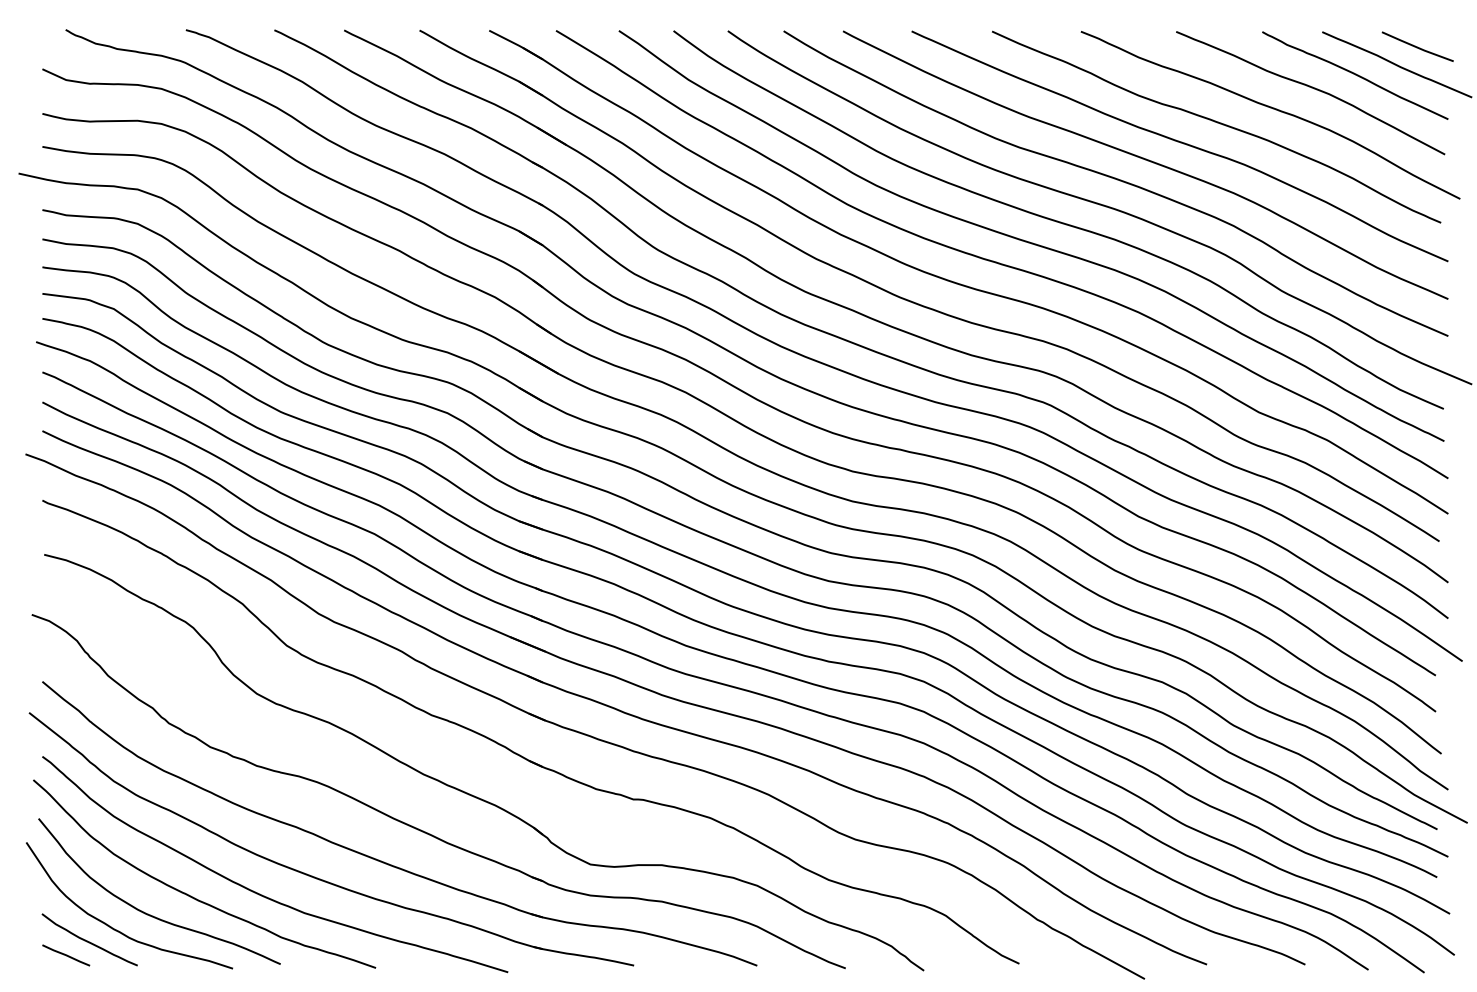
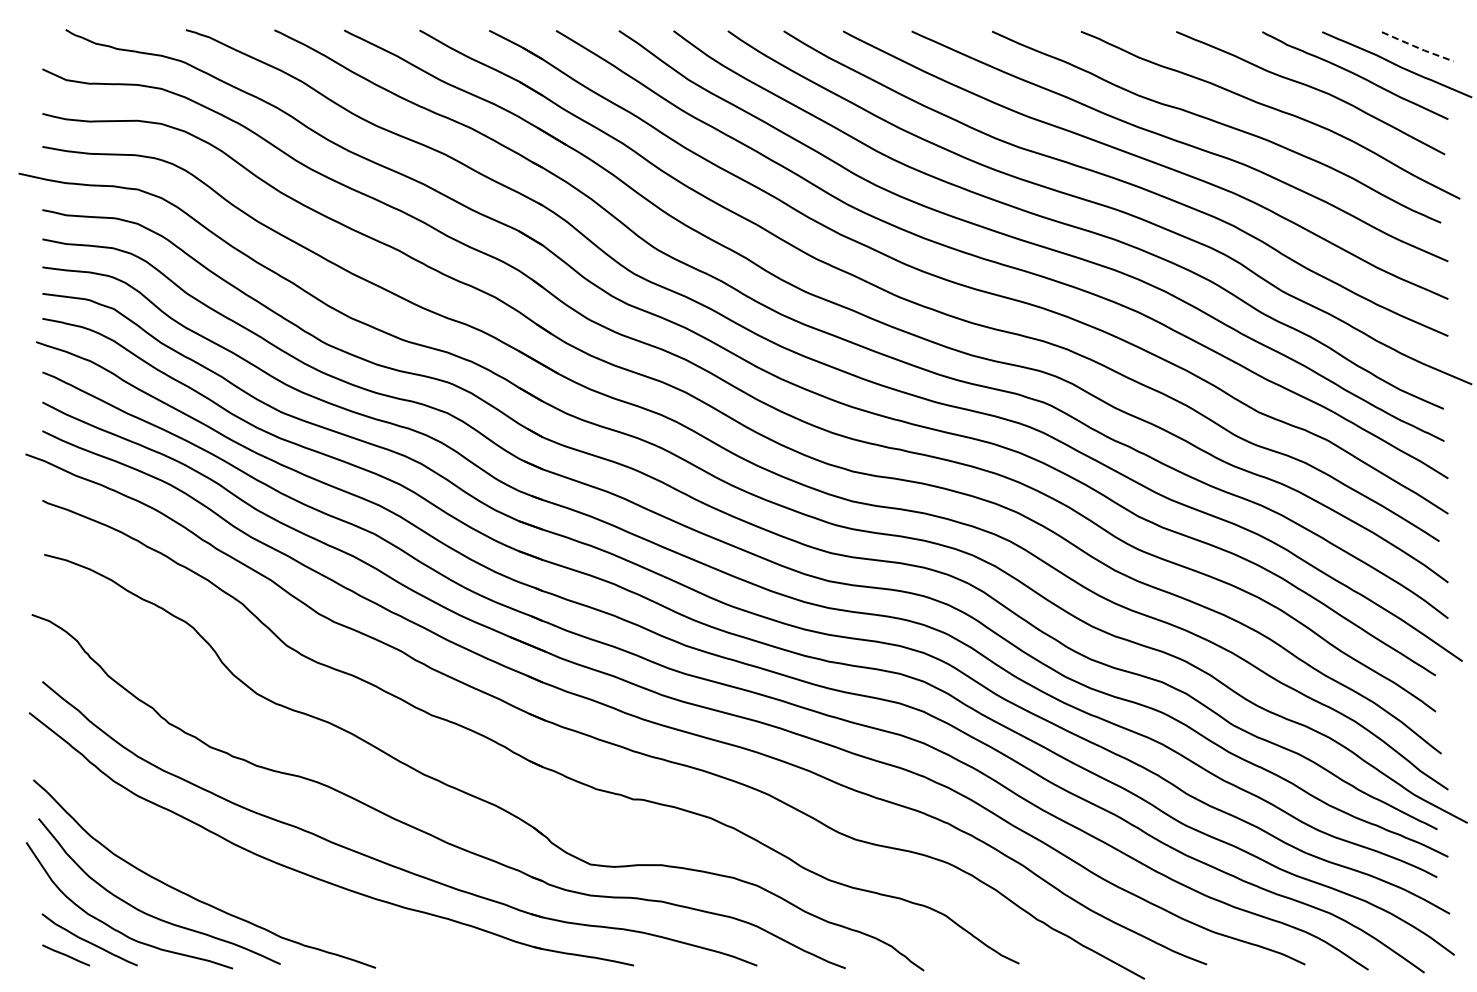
line at (1418, 47): solid -> dashed
curve at (262, 894): present -> none
